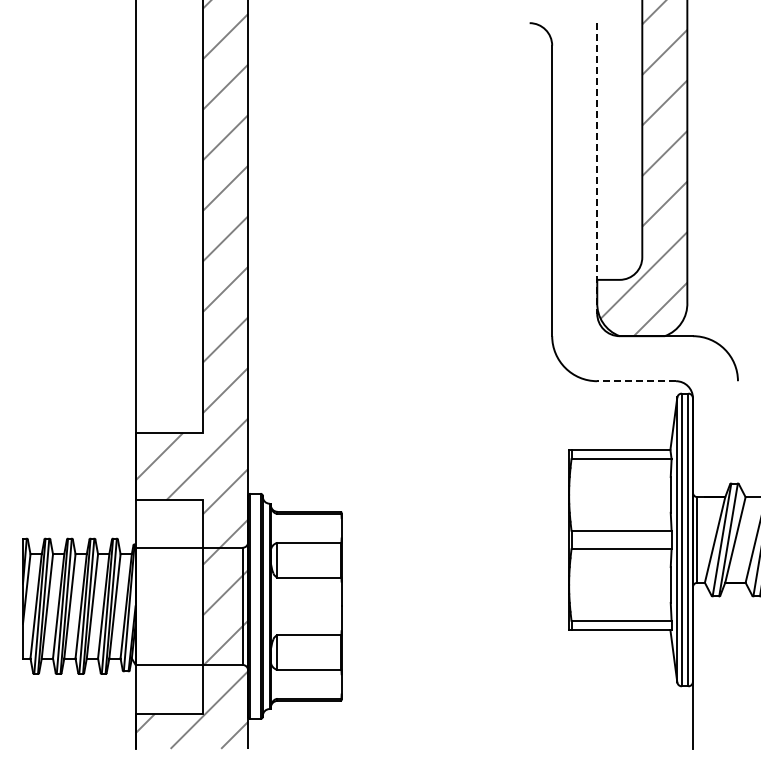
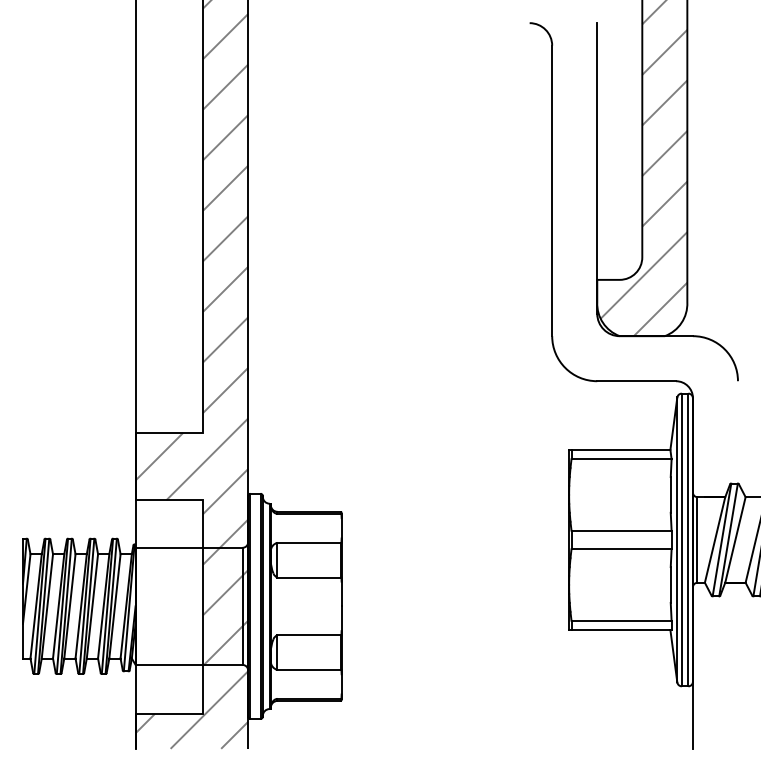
line at (597, 168): dashed -> solid
line at (636, 381): dashed -> solid
